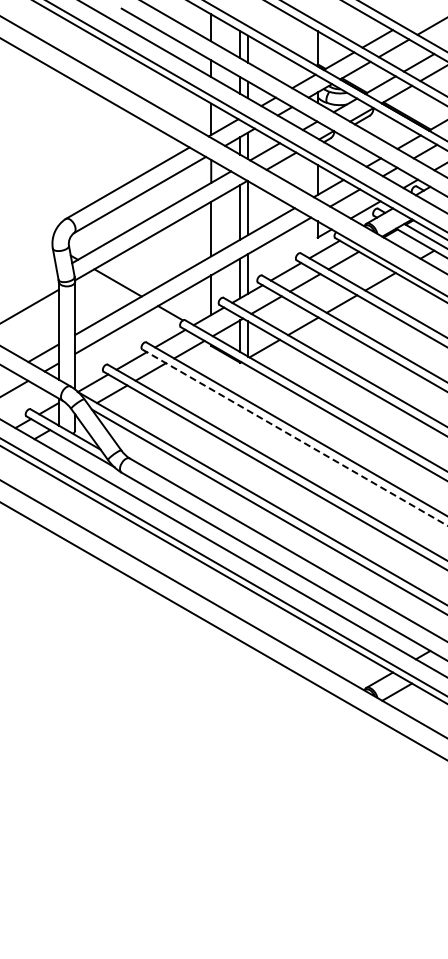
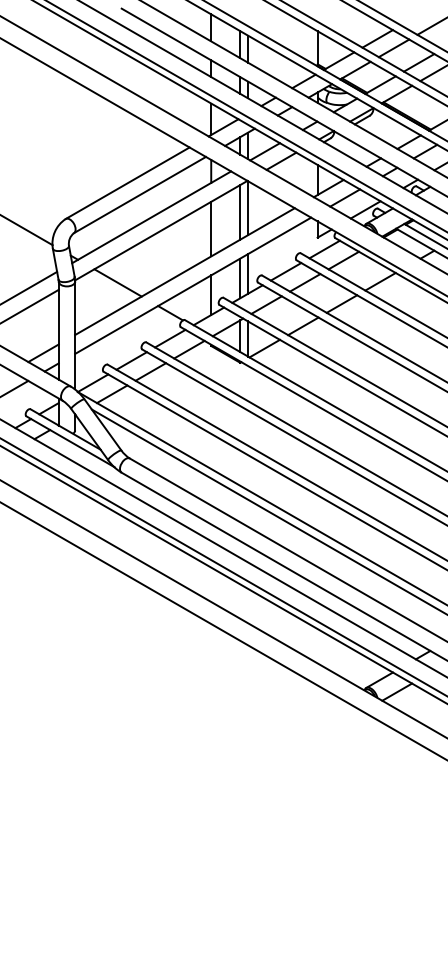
line at (27, 230): none -> present
line at (29, 287): none -> present
line at (295, 438): dashed -> solid
